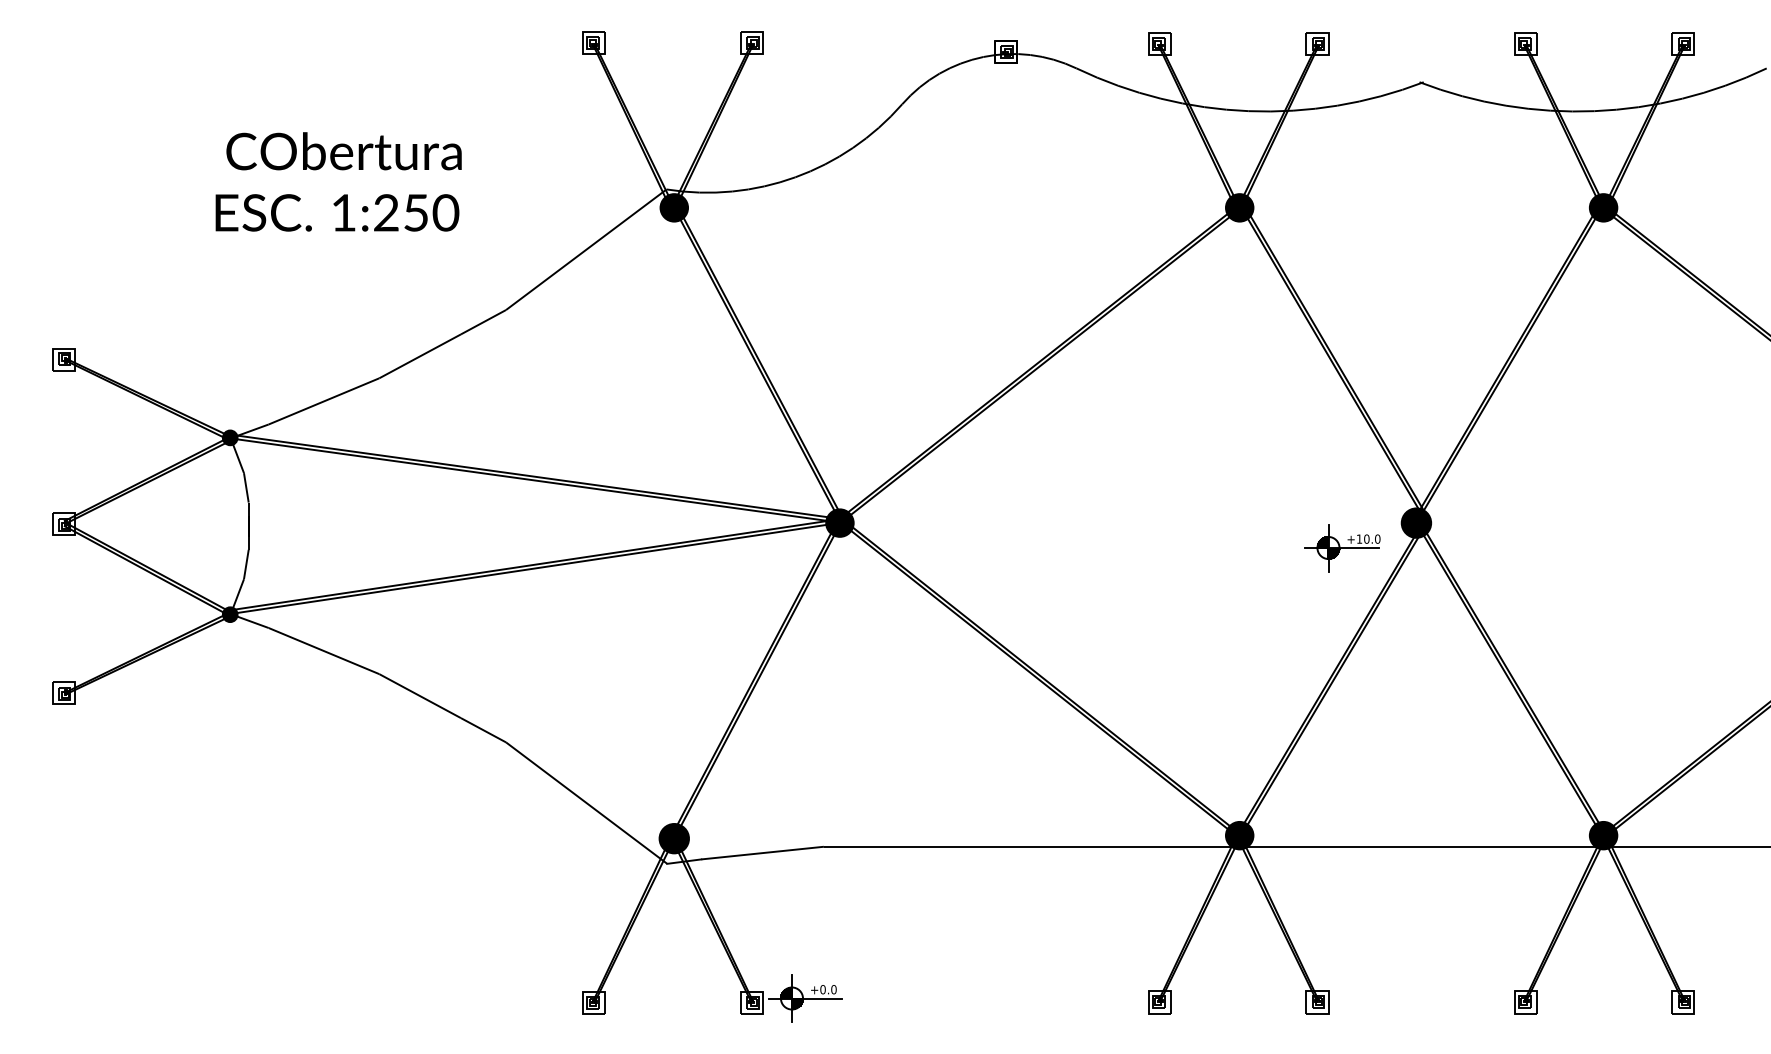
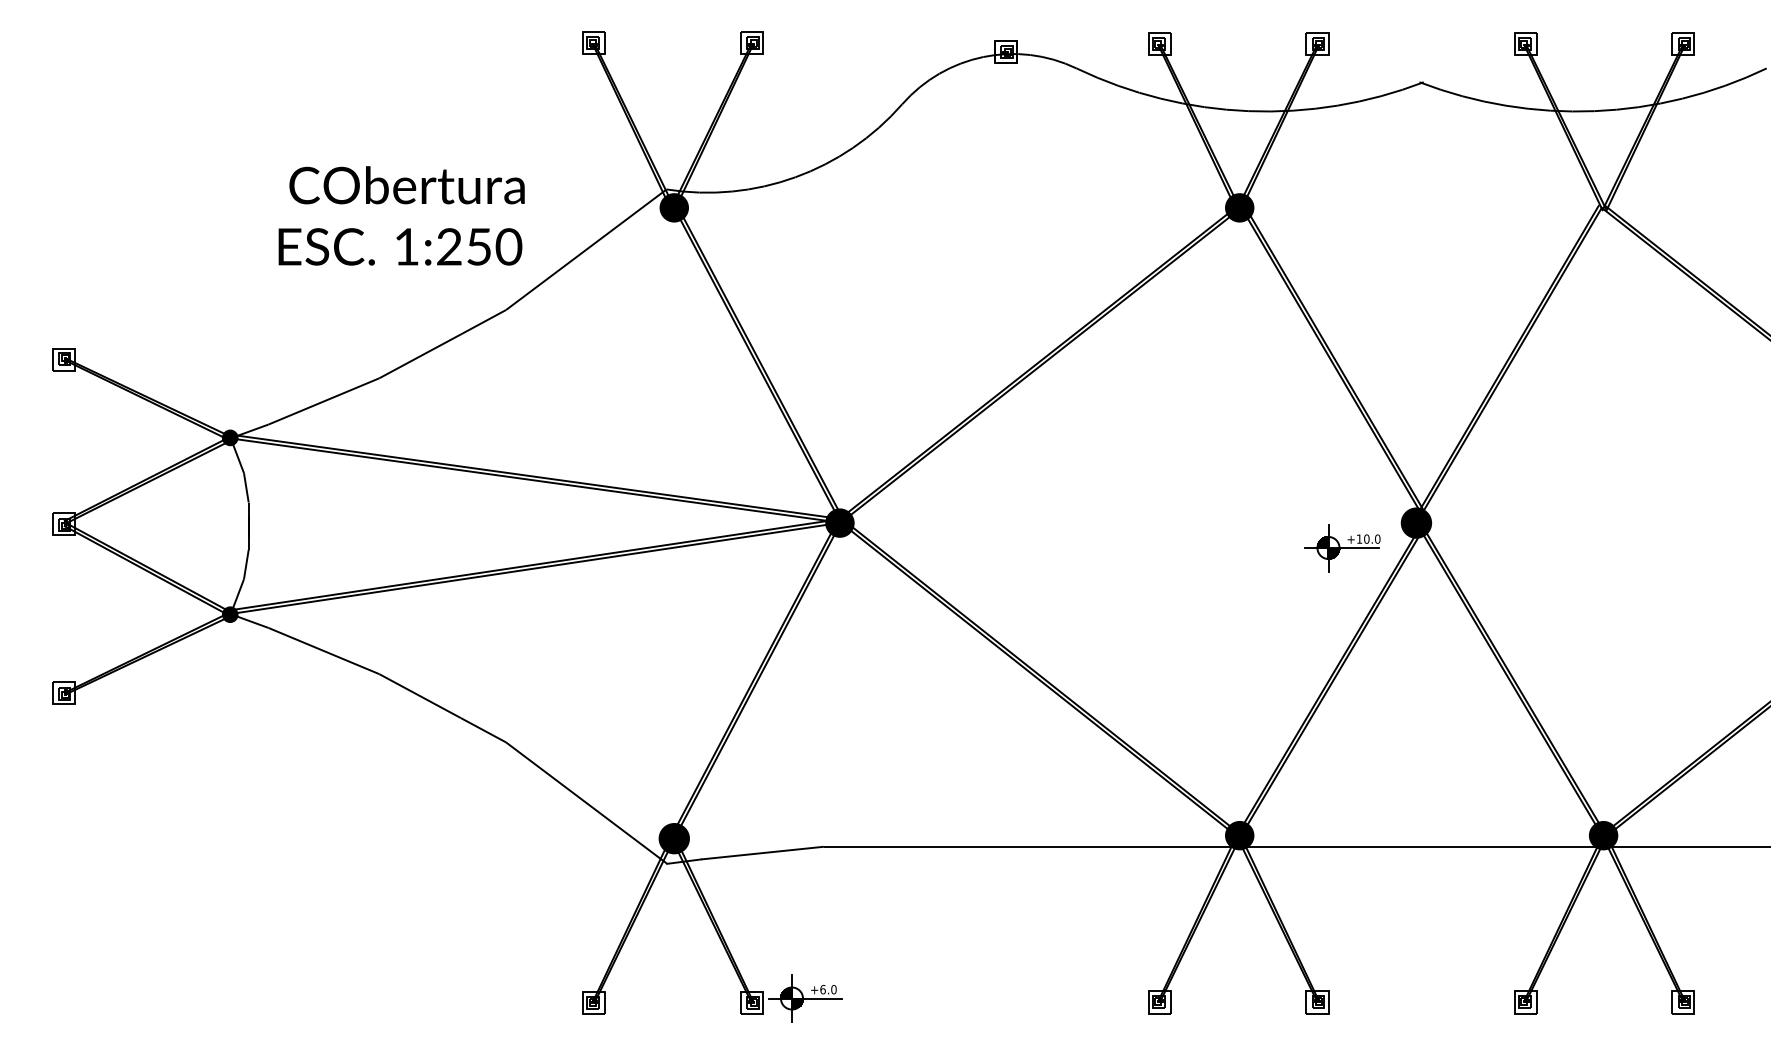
text at (338, 181) position: (338, 181) -> (401, 215)
fill at (1603, 207): present -> none
text at (822, 989): +0.0 -> +6.0
